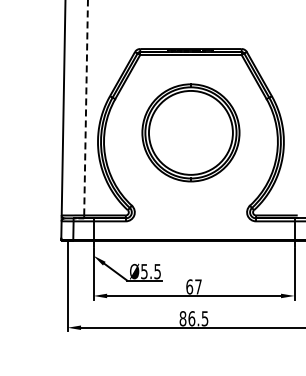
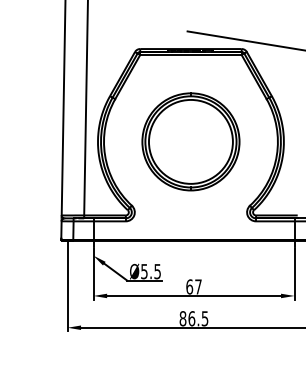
line at (244, 40): none -> present
line at (86, 107): dashed -> solid
part at (190, 132) position: (190, 132) -> (190, 141)
